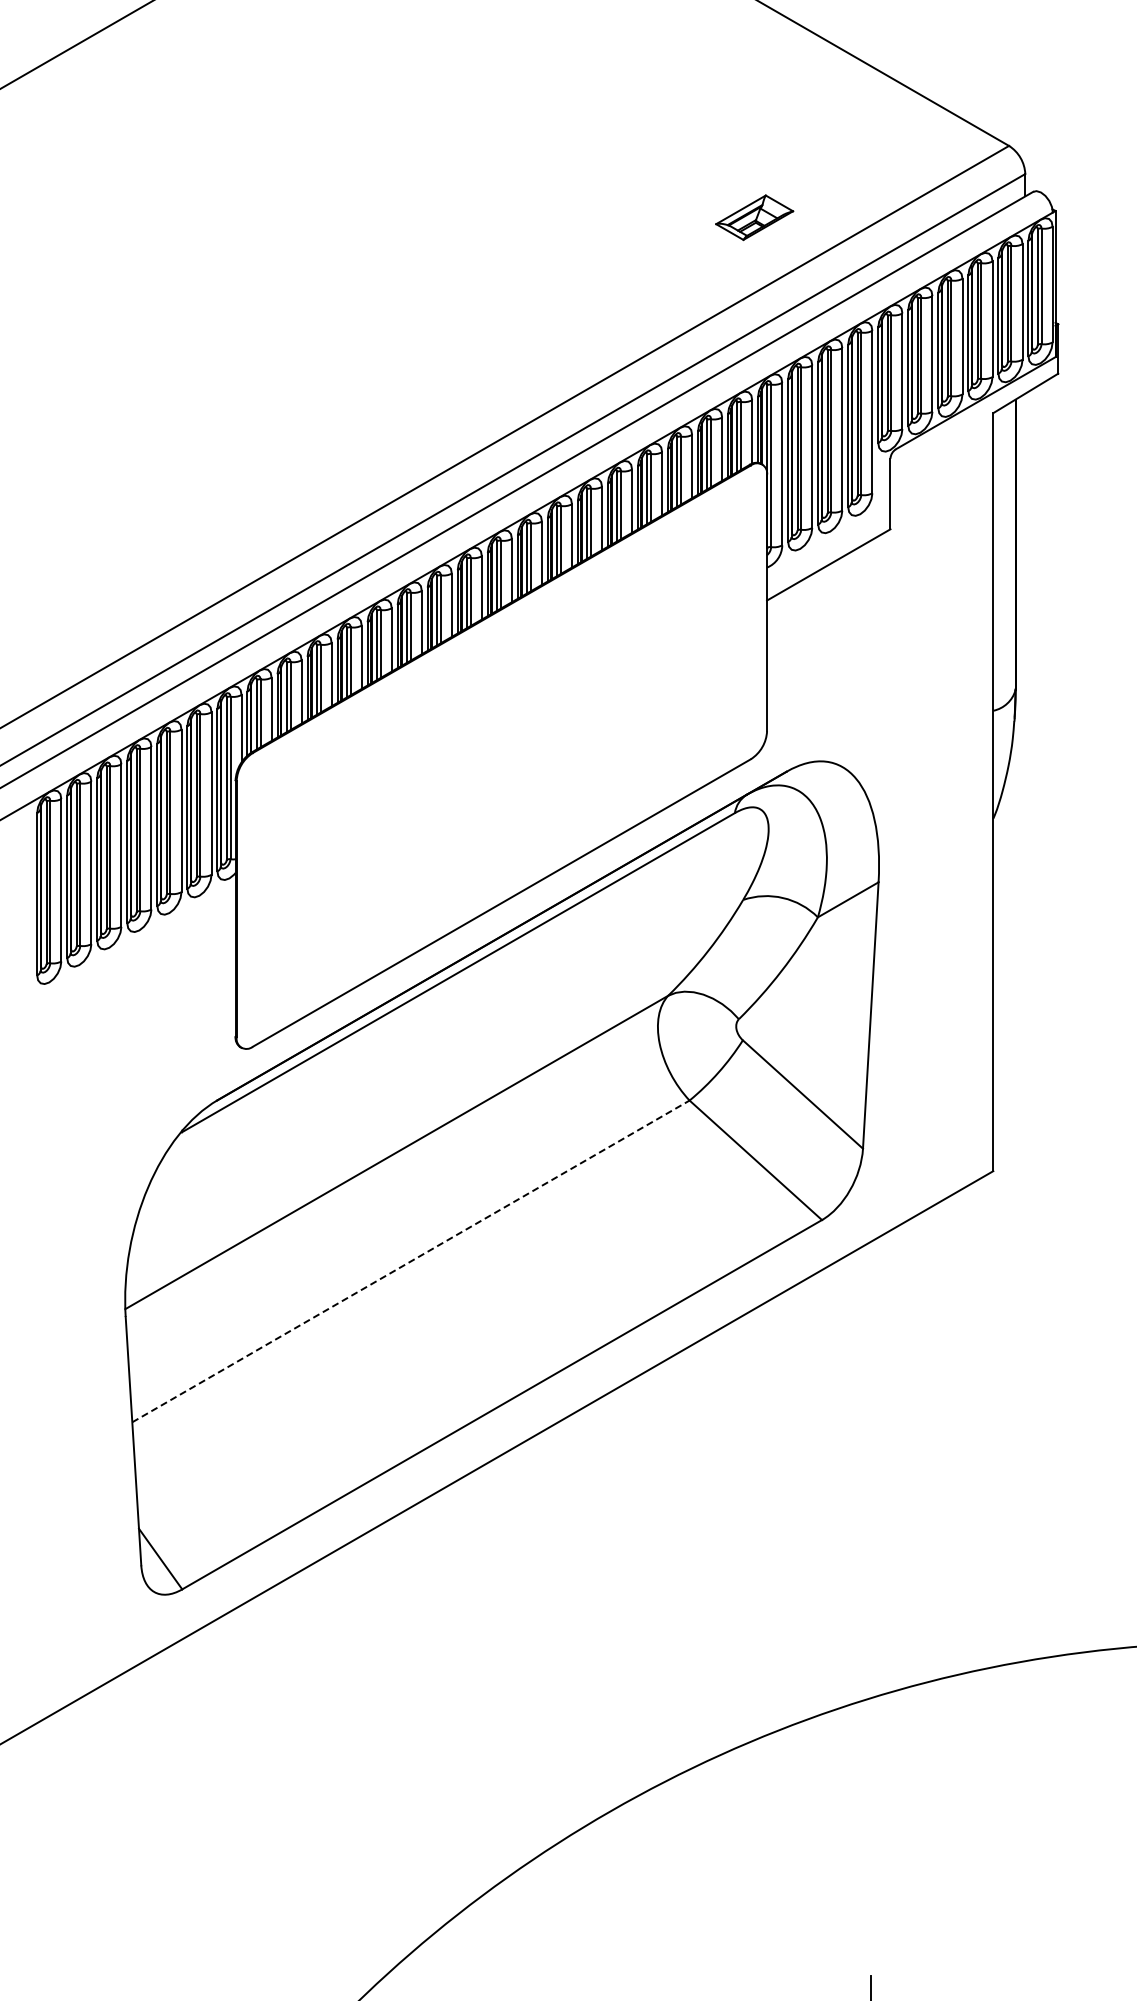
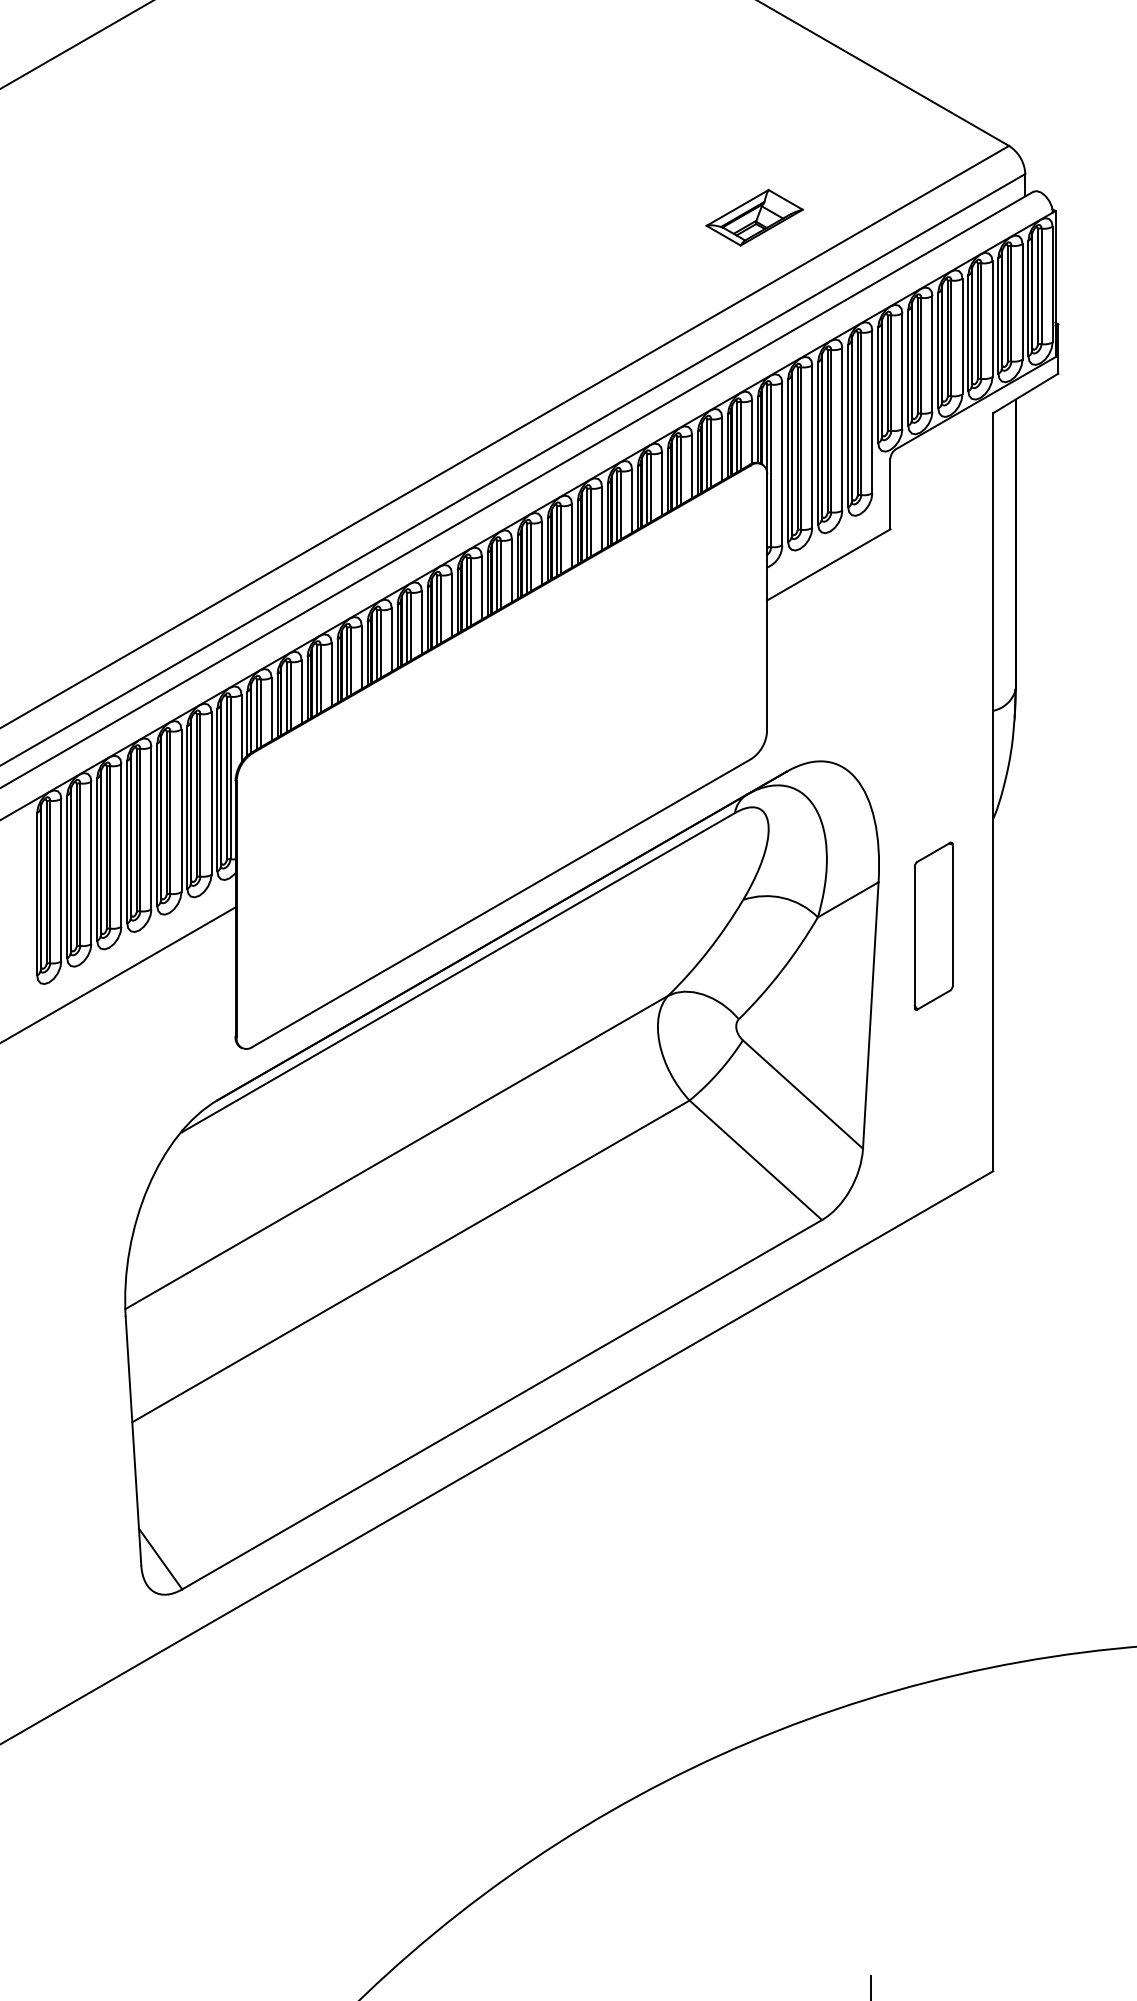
part at (754, 217) size: 80x48 px -> 99x59 px
part at (933, 925): none -> present
line at (118, 974): none -> present
line at (410, 1261): dashed -> solid
